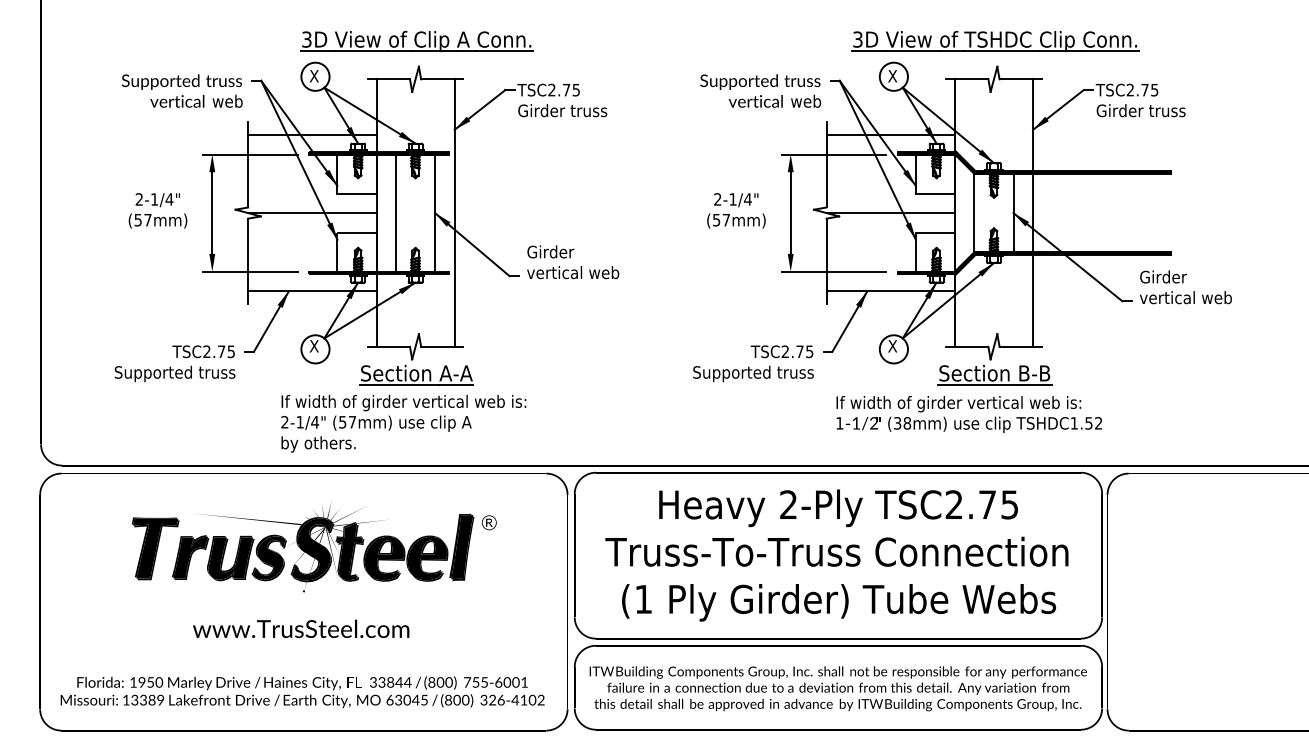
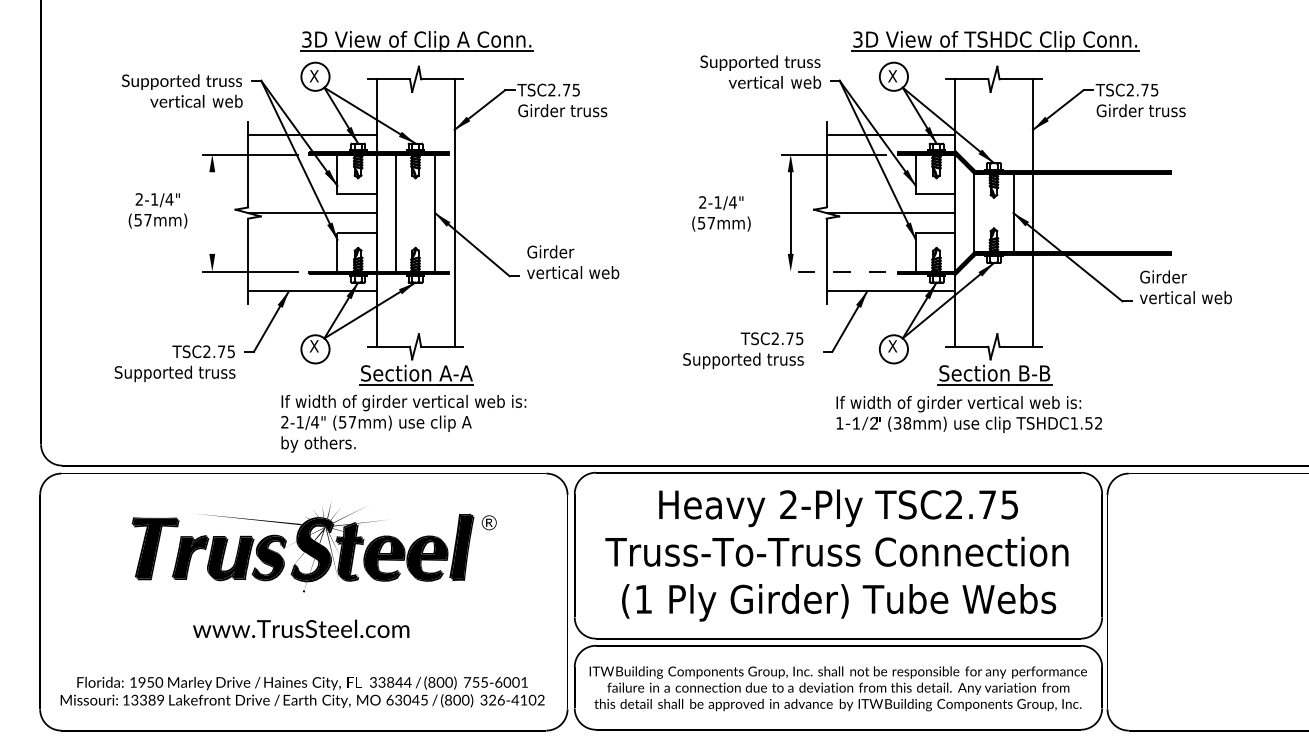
text at (760, 90) position: (760, 90) -> (760, 71)
text at (736, 210) position: (736, 210) -> (721, 213)
line at (212, 212): present -> none
line at (833, 271): solid -> dashed
text at (753, 363) position: (753, 363) -> (743, 350)
